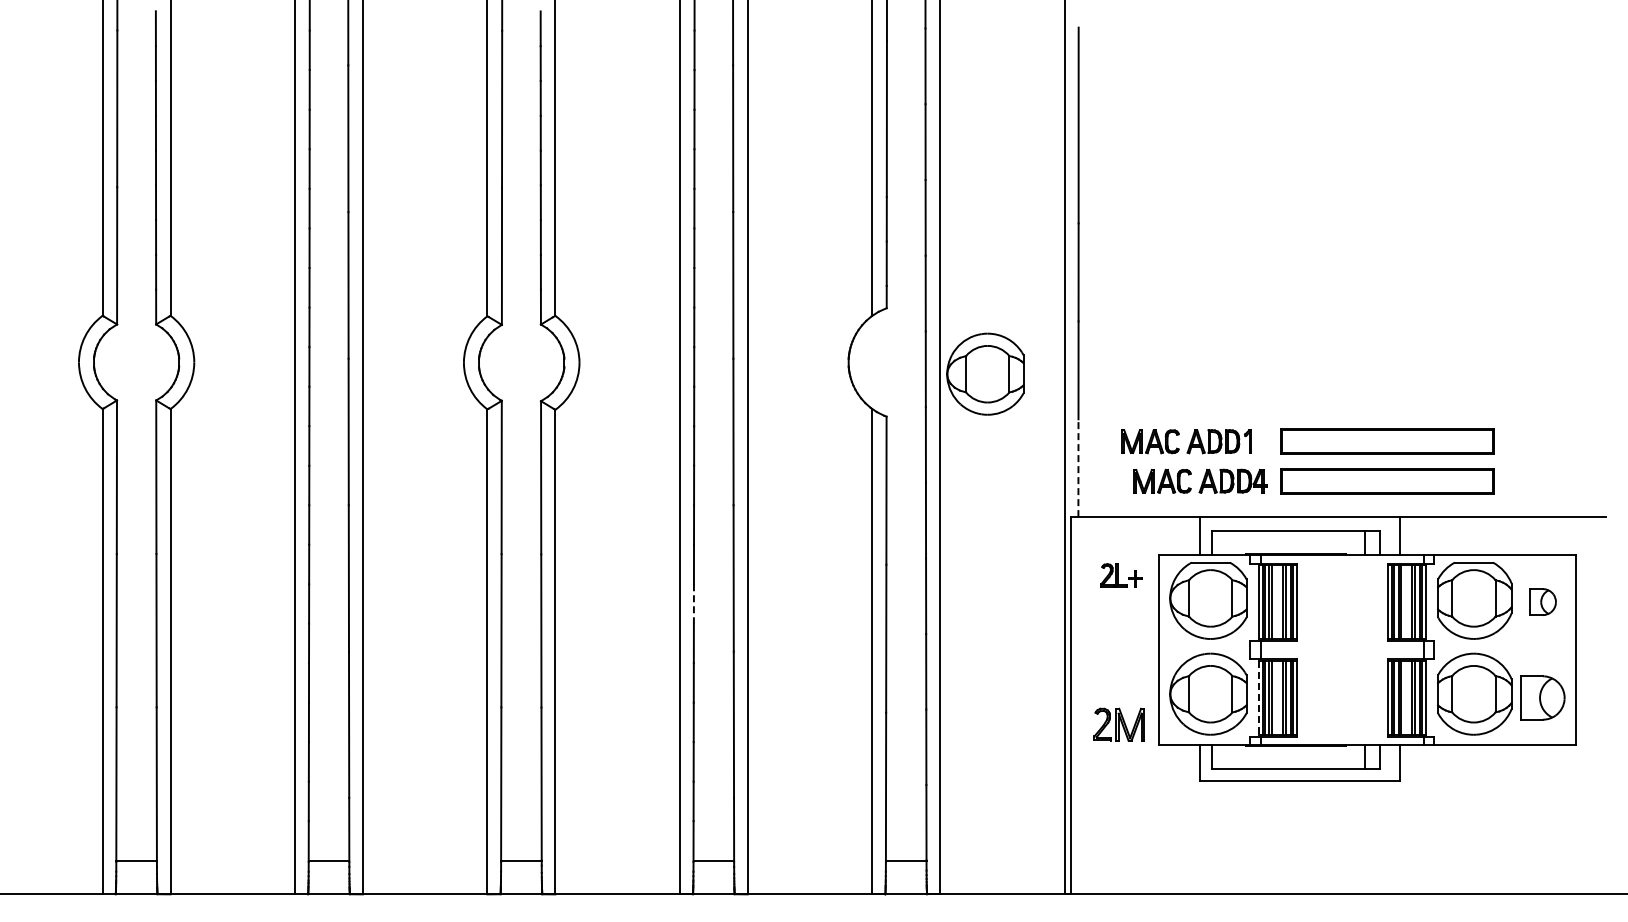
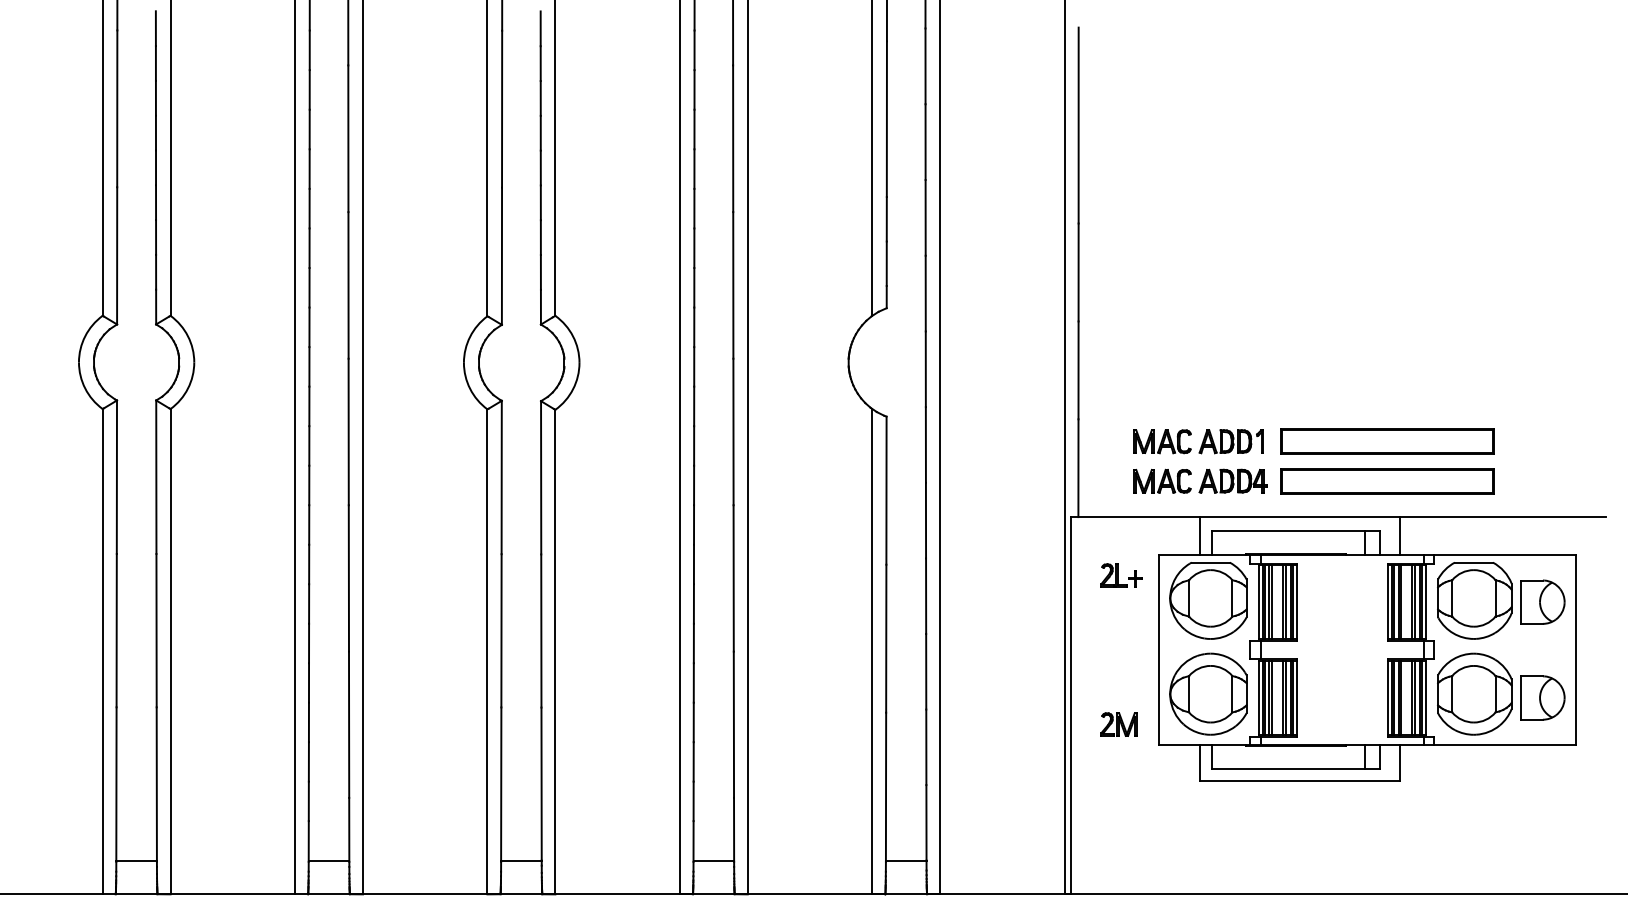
part at (985, 373): present -> none
part at (1186, 441) position: (1186, 441) -> (1198, 441)
line at (1078, 468): dashed -> solid
part at (1542, 601) size: 28x28 px -> 46x46 px
line at (693, 604): dashed -> solid
line at (1258, 698): dashed -> solid
part at (1118, 724) size: 52x35 px -> 38x25 px
